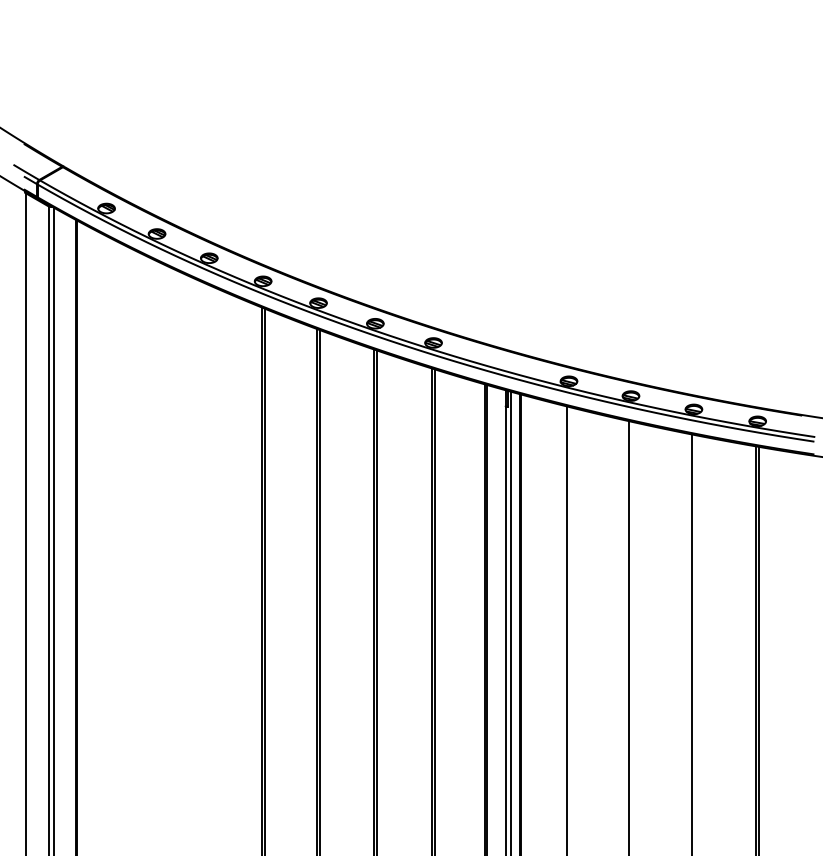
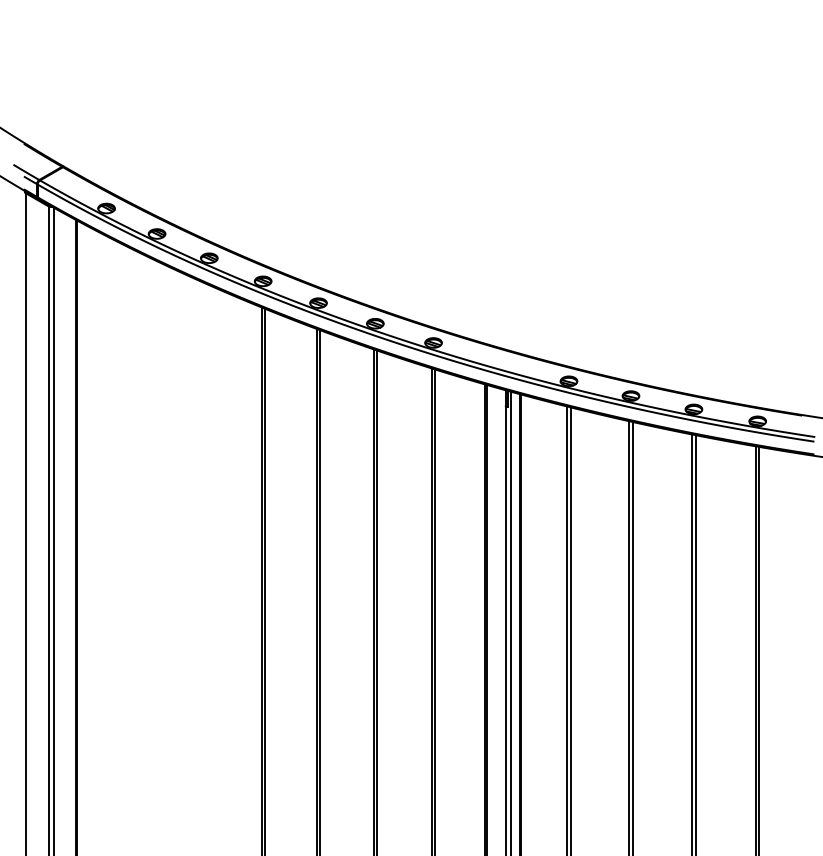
line at (570, 629): none -> present
line at (632, 636): none -> present
line at (695, 643): none -> present
